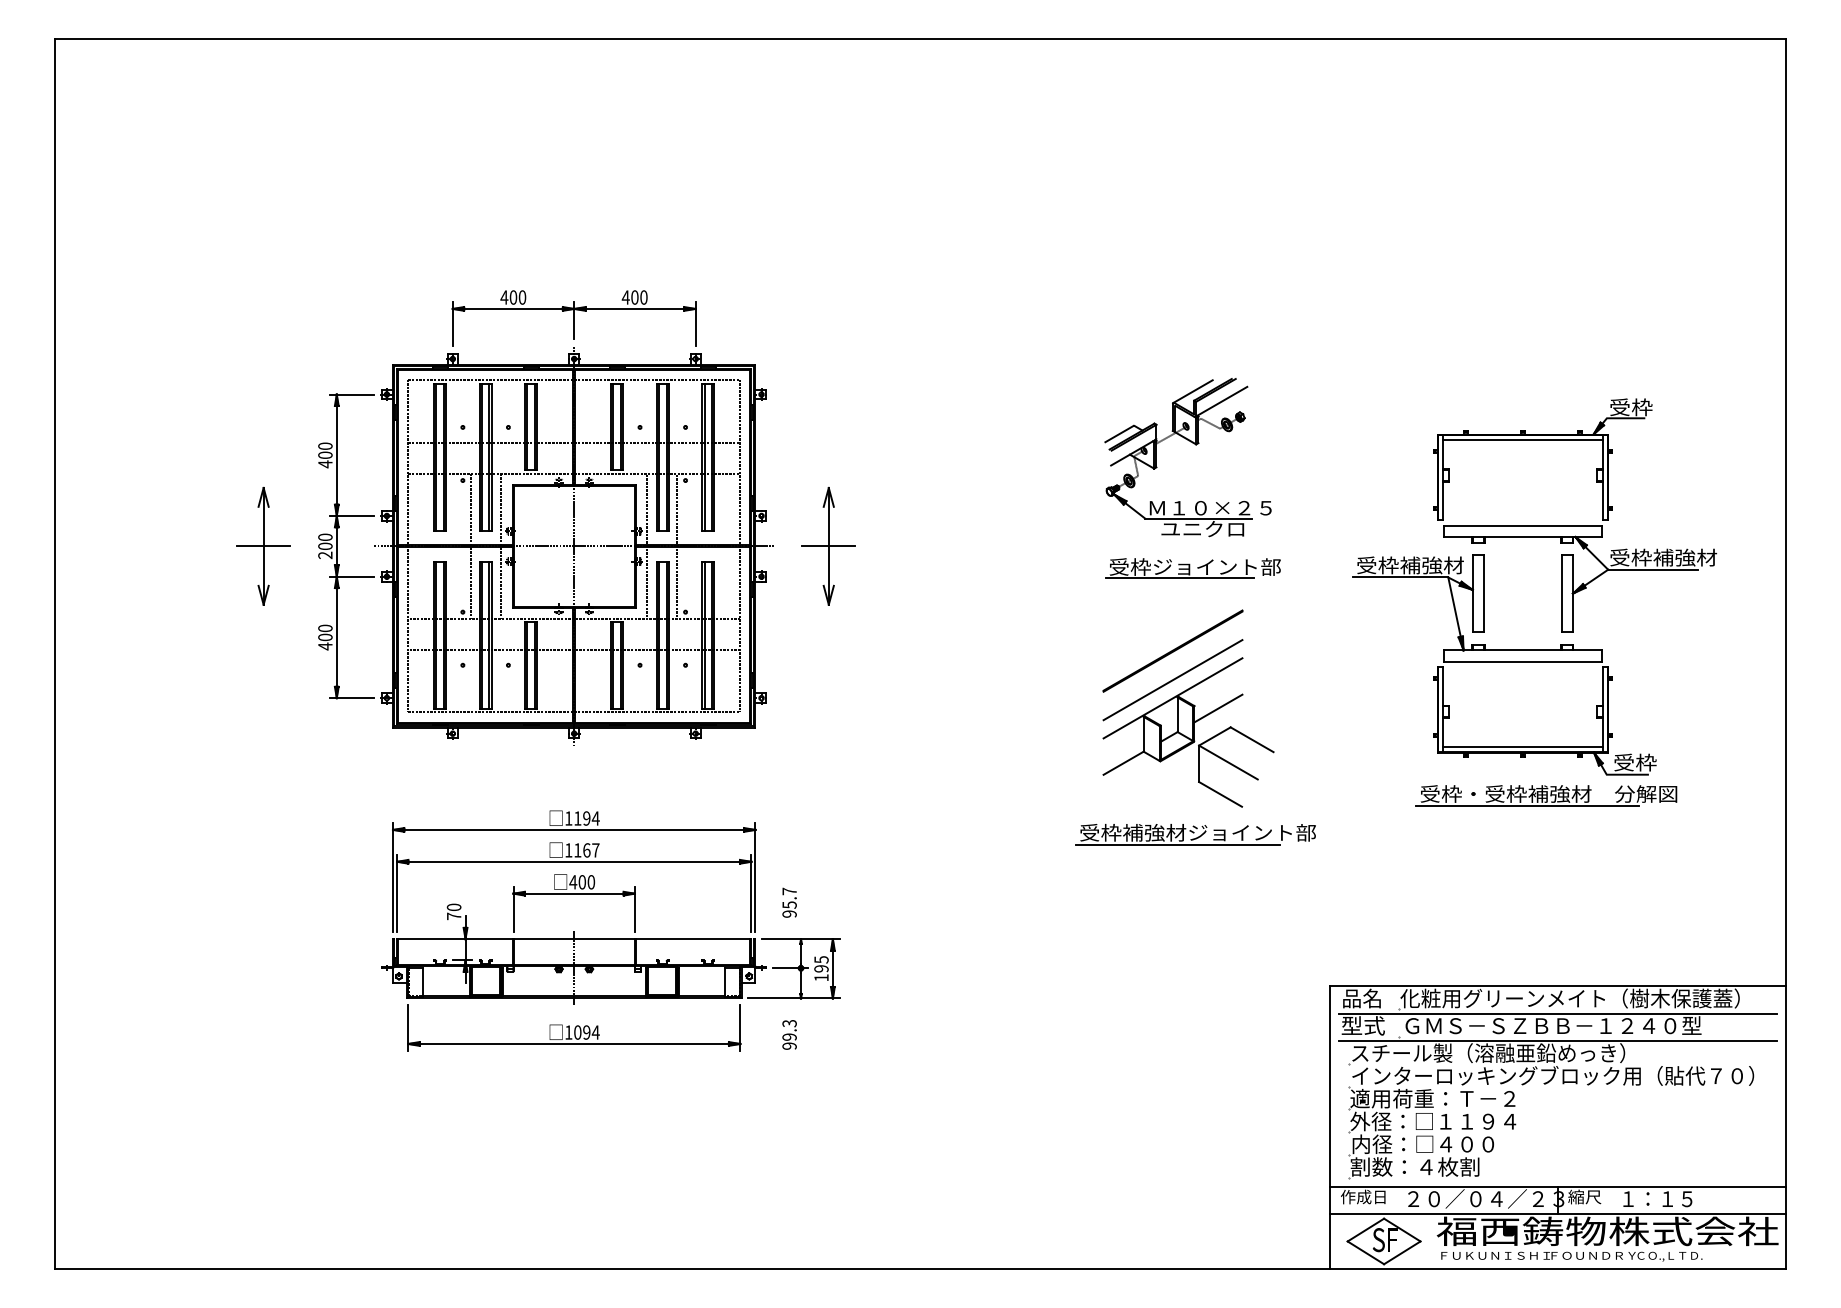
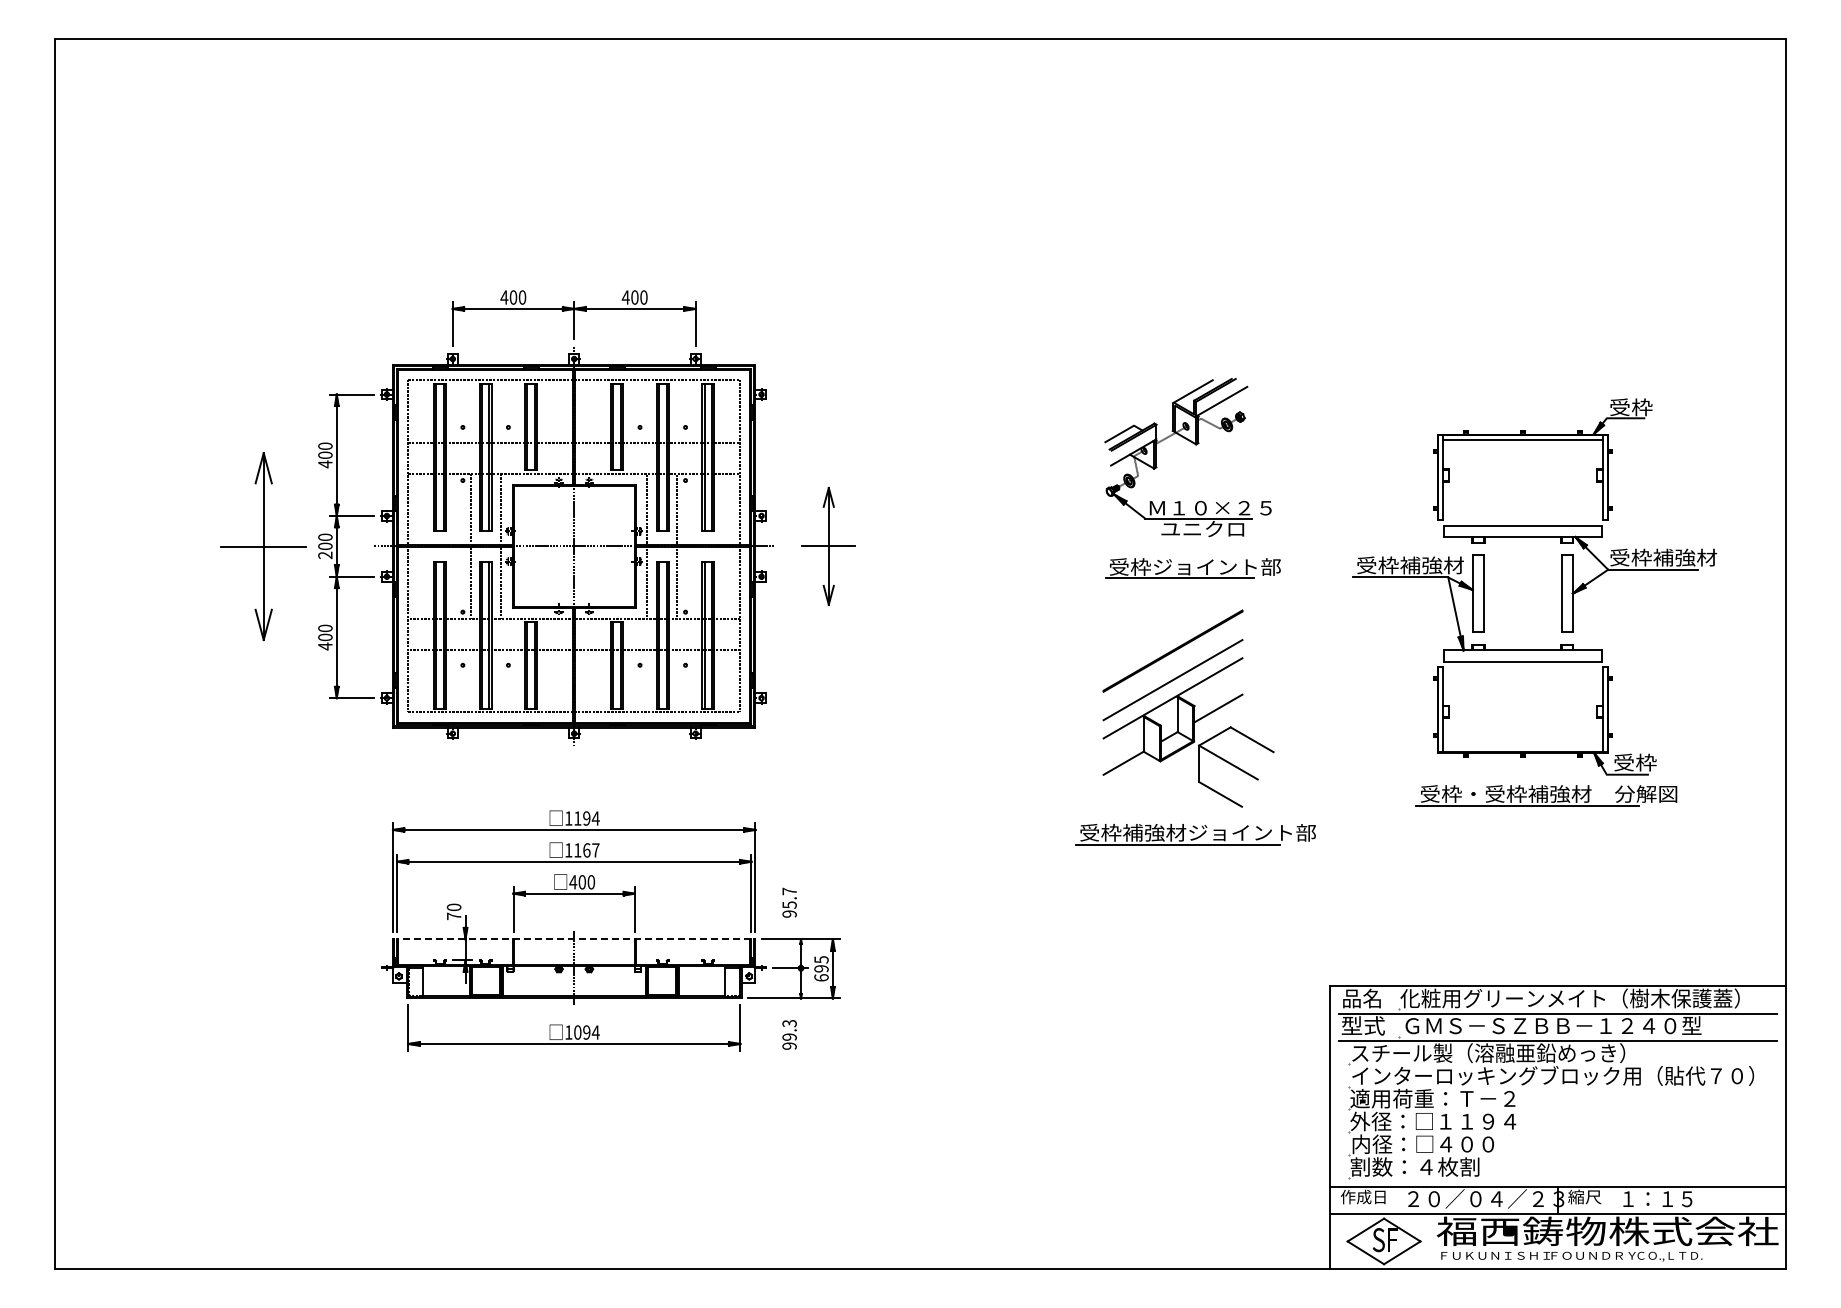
part at (263, 545) size: 55x120 px -> 87x190 px
line at (1522, 746): present -> none
line at (573, 939): solid -> dashed
text at (821, 977): 195 -> 695
